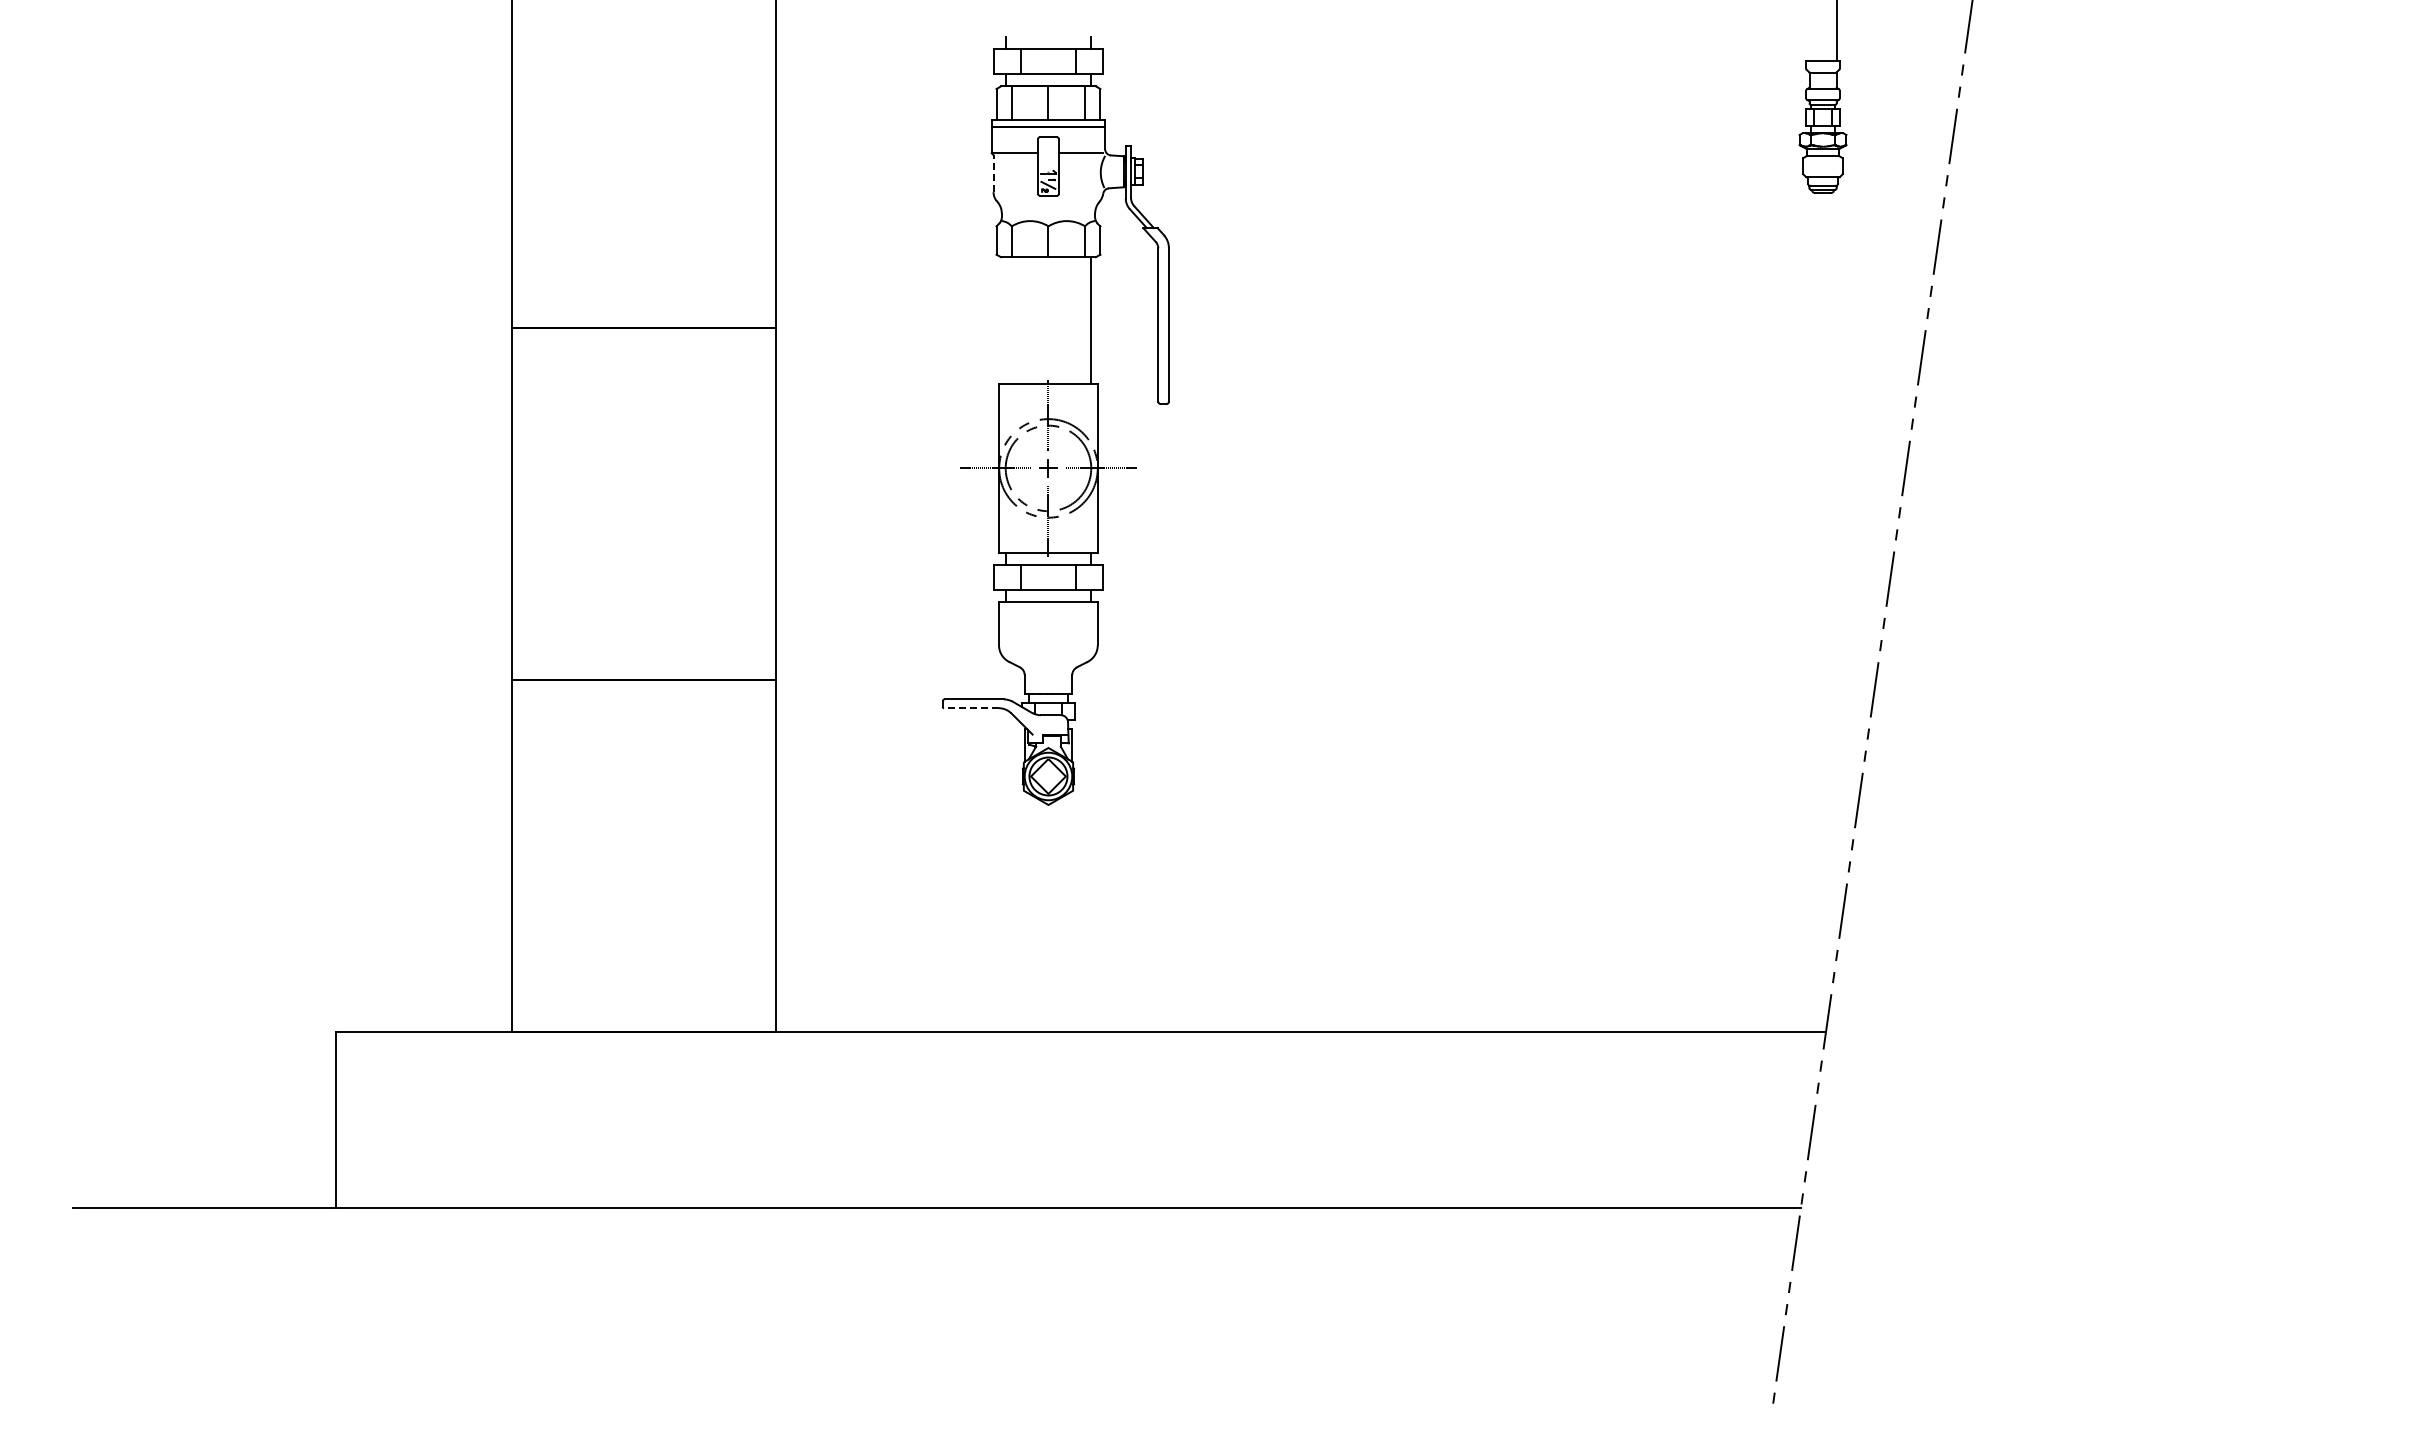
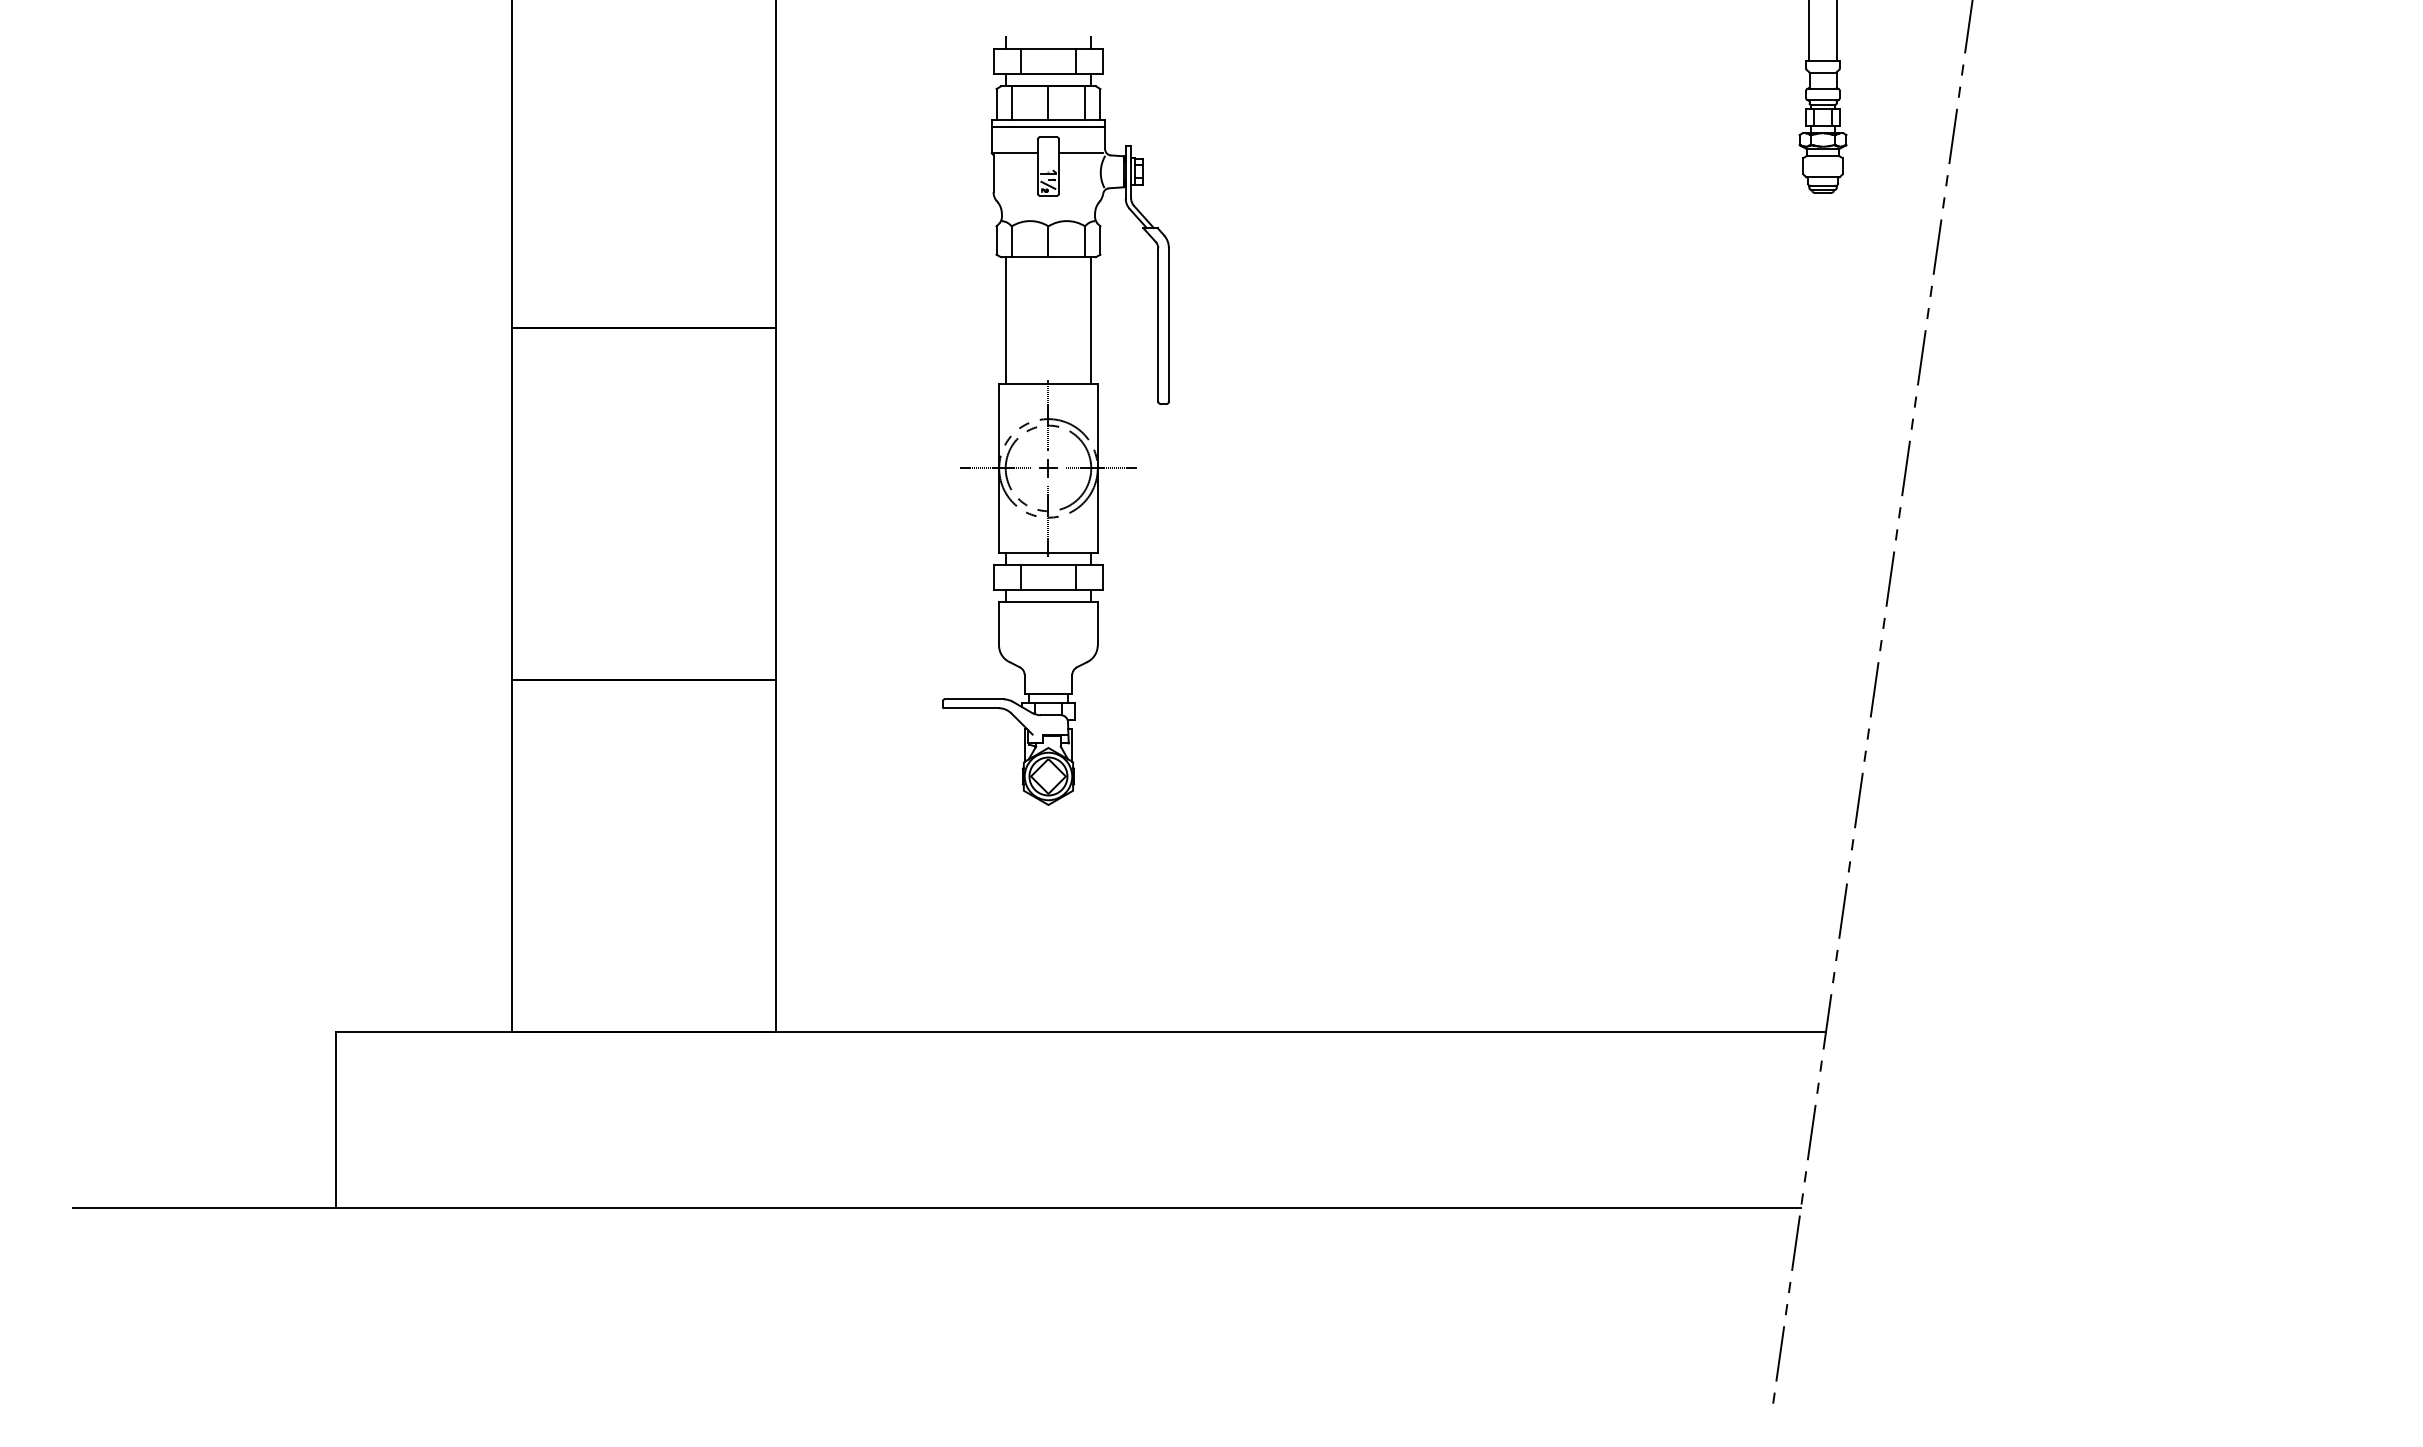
line at (1809, 31): none -> present
line at (993, 173): dashed -> solid
line at (1005, 320): none -> present
line at (970, 708): dashed -> solid
